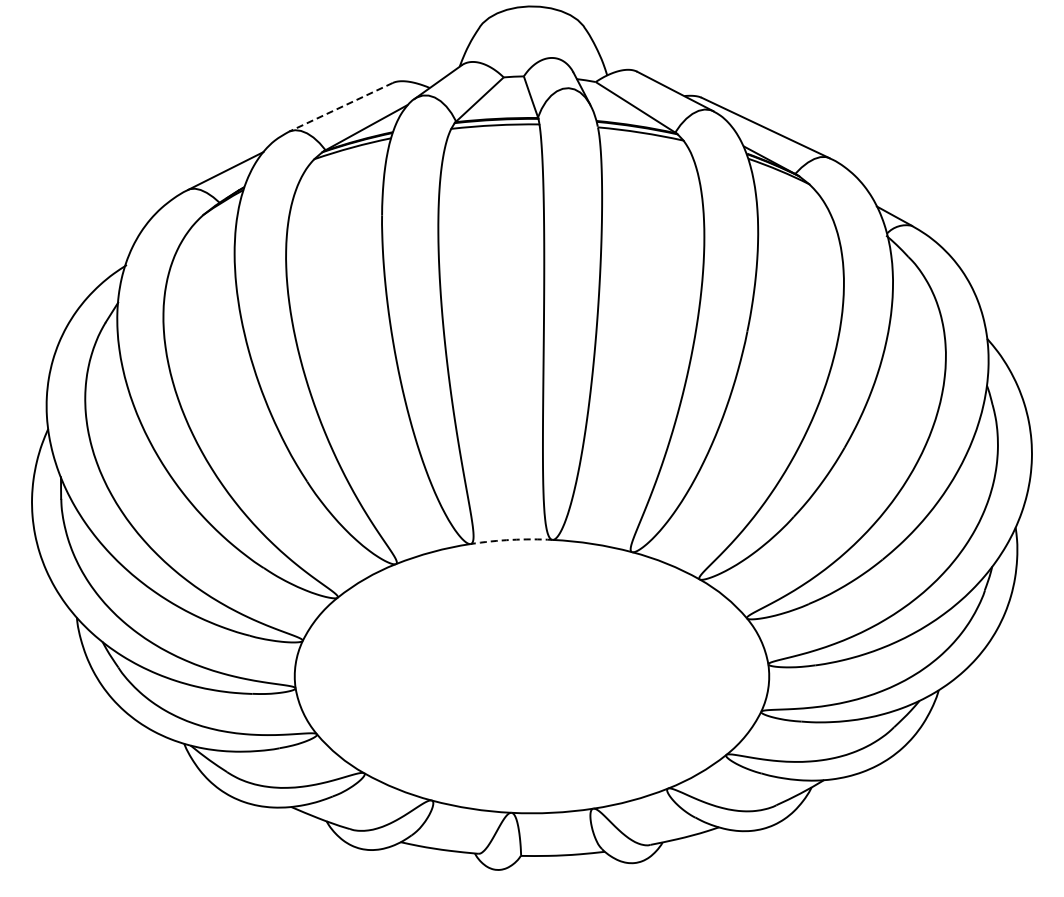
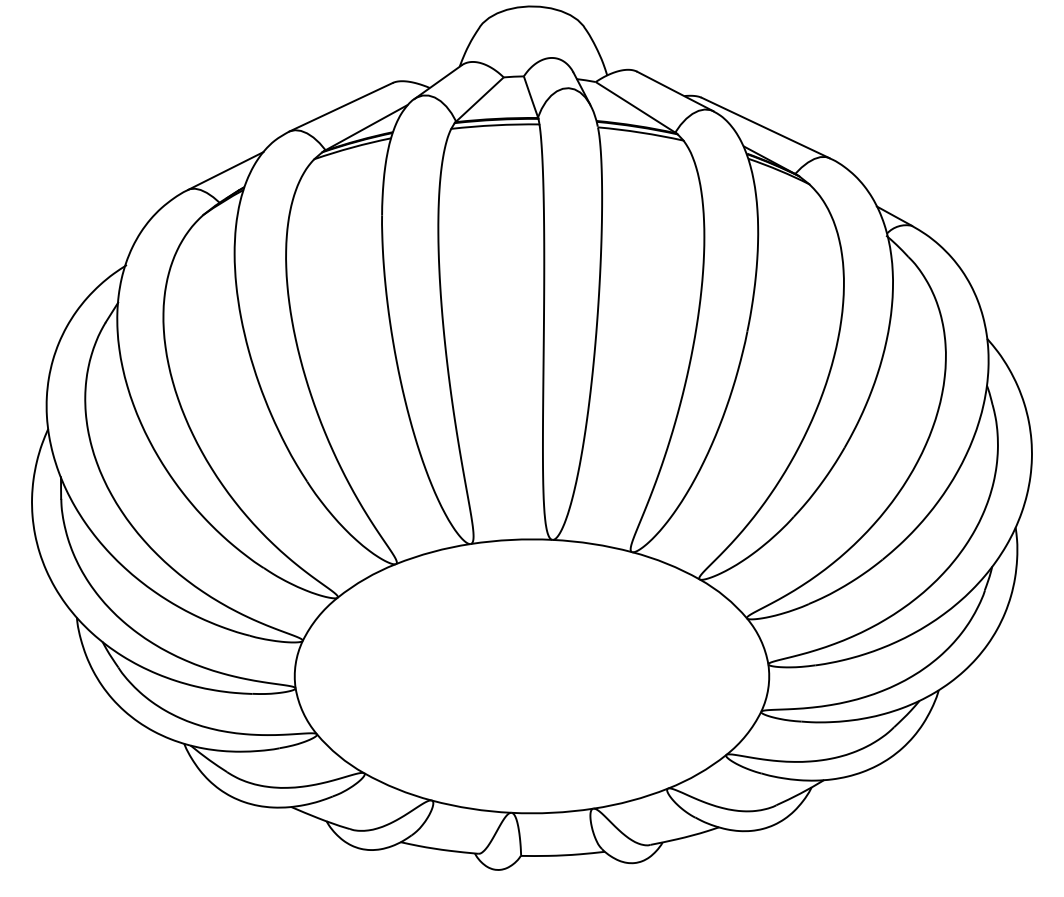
line at (340, 107): dashed -> solid
arc at (511, 539): dashed -> solid
